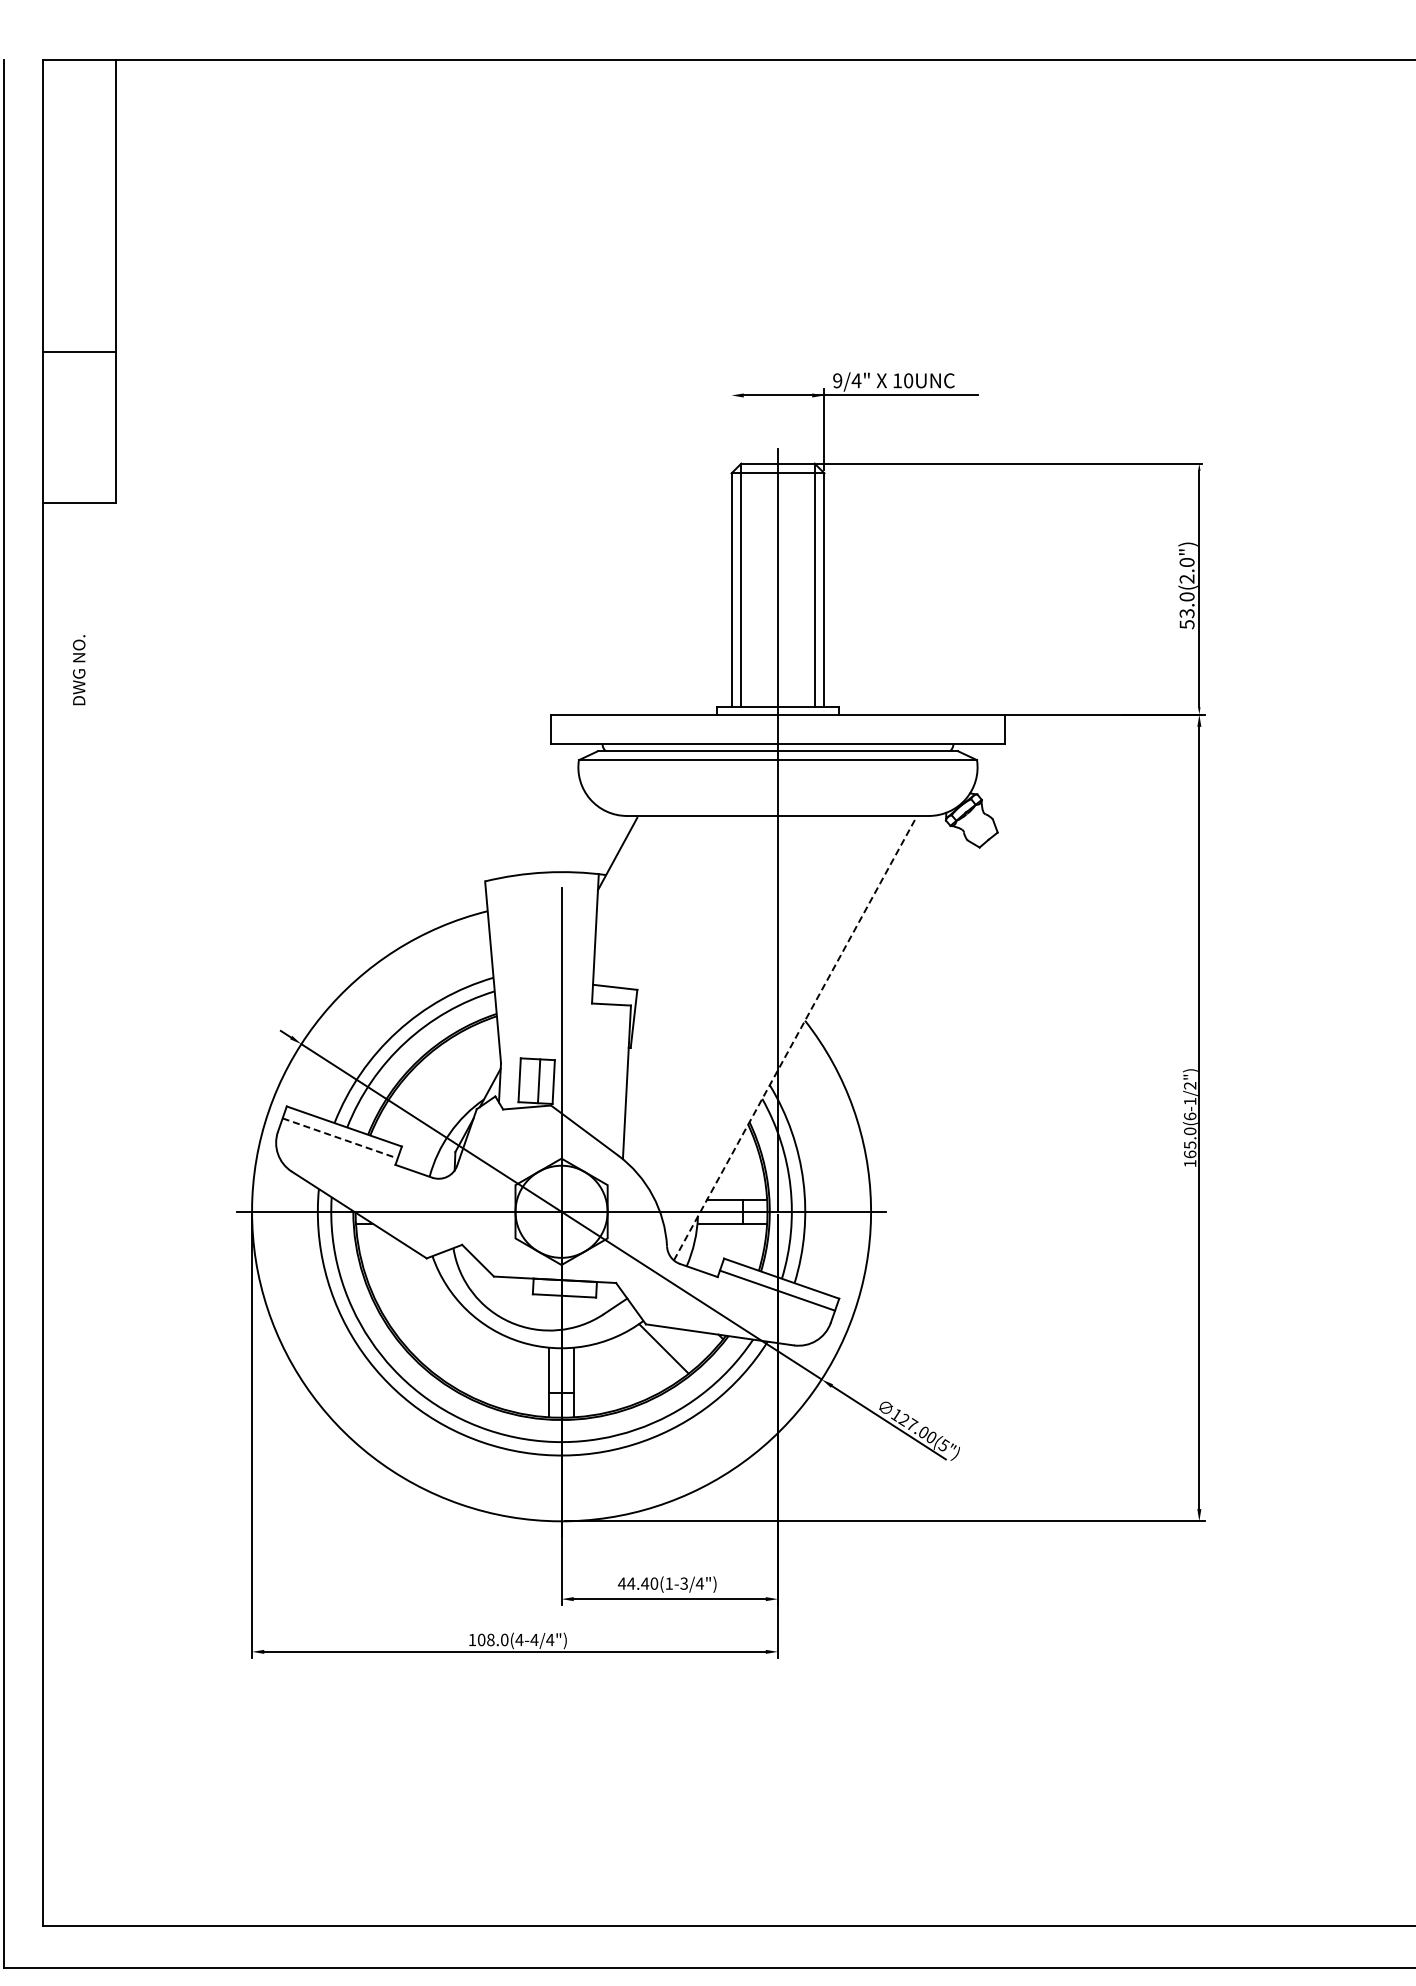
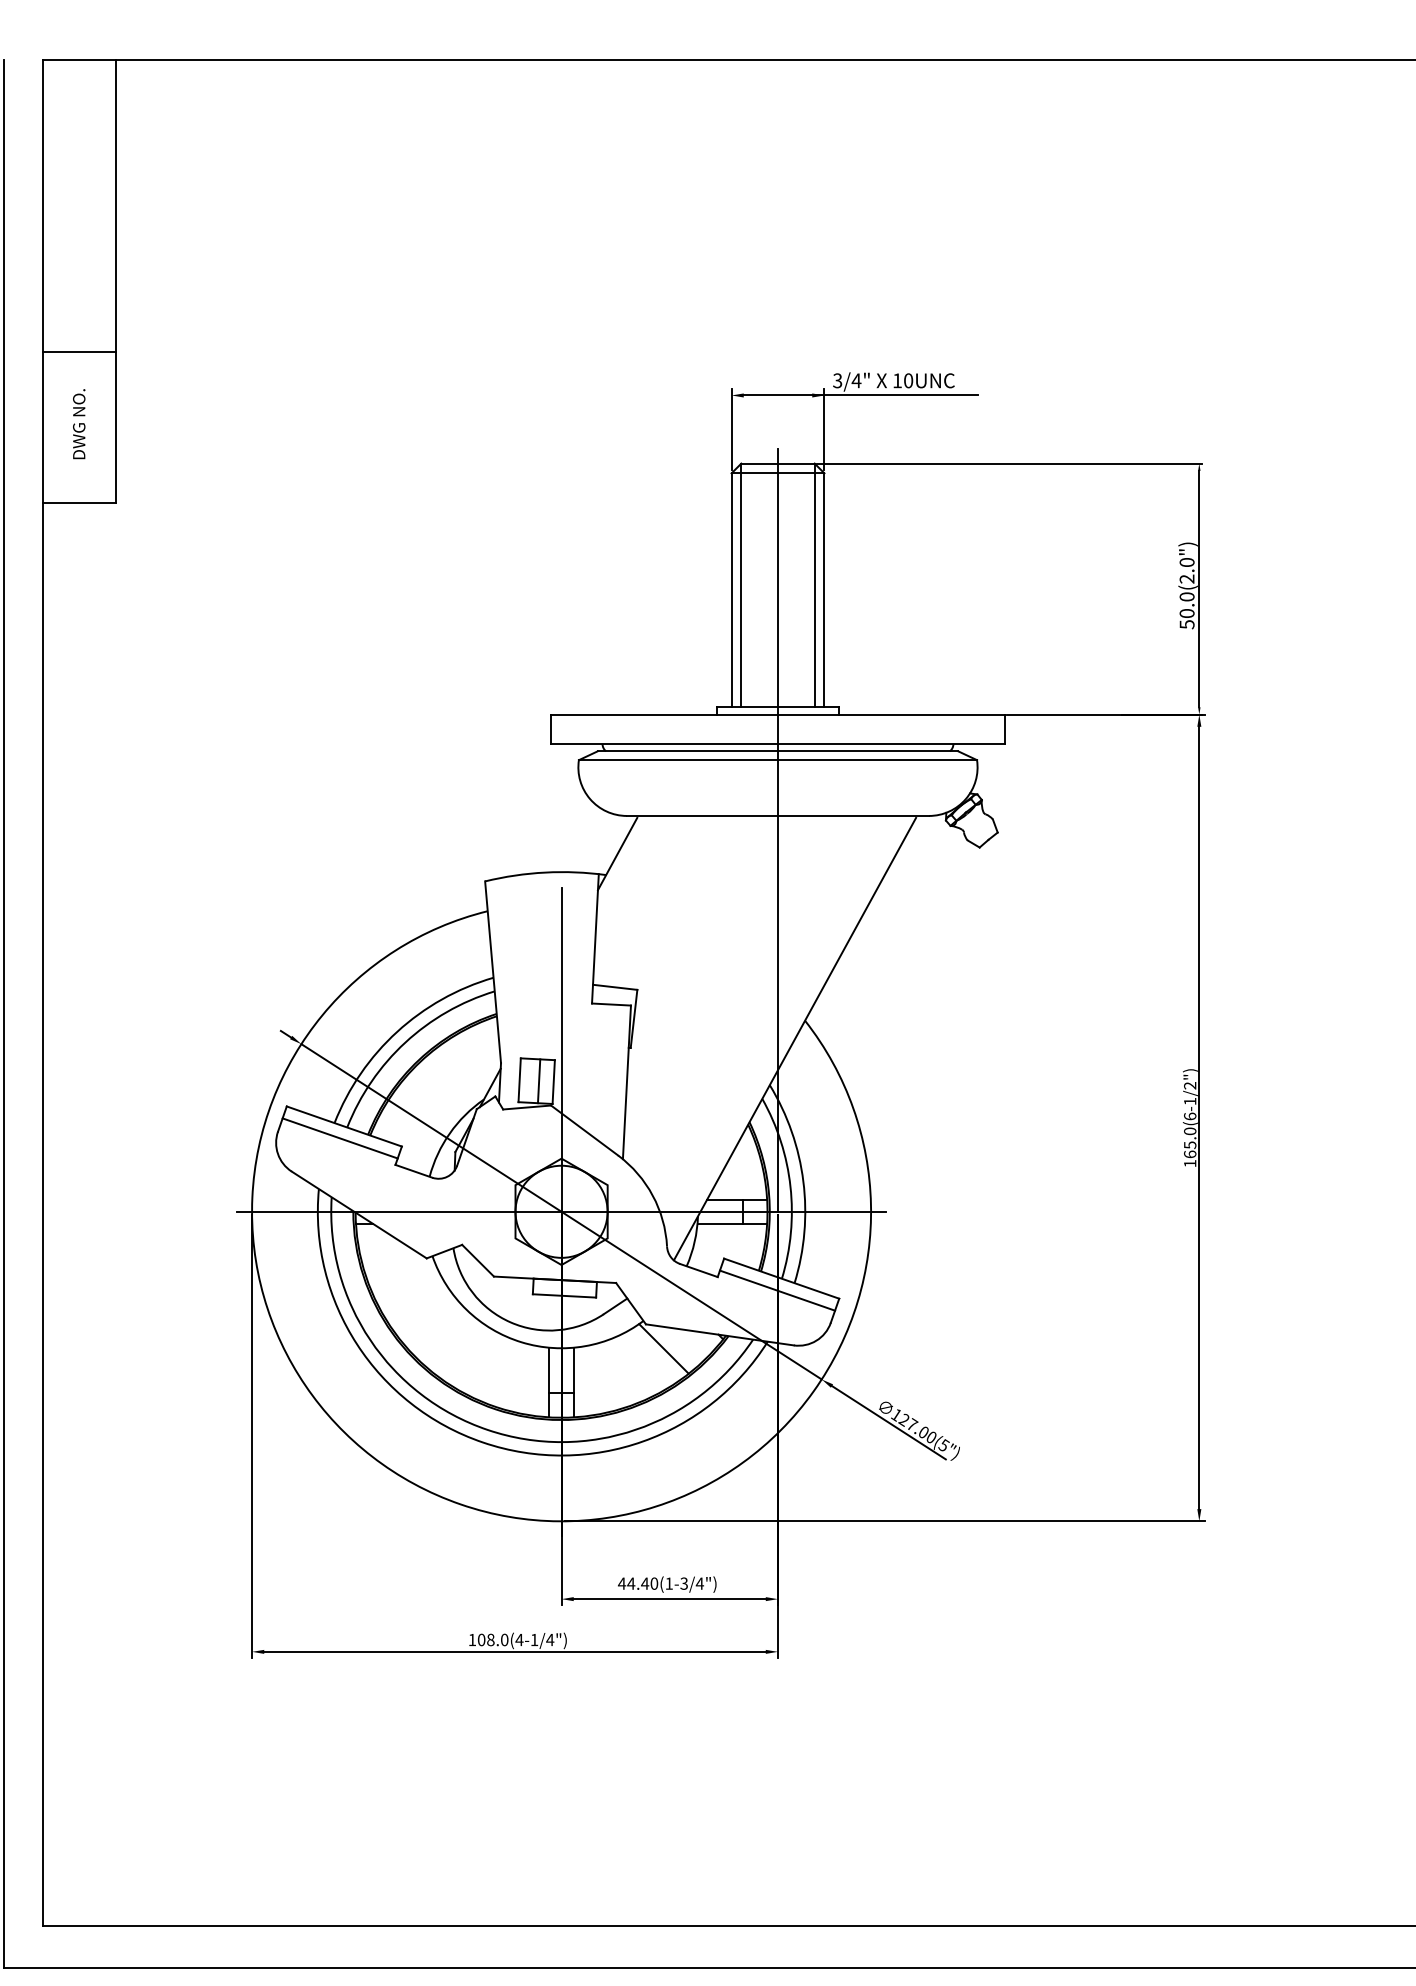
text at (837, 380): 9/4" -> 3/4"
line at (731, 429): none -> present
text at (1186, 613): 53.0(2.0") -> 50.0(2.0")
text at (79, 670) position: (79, 670) -> (79, 424)
line at (795, 1038): dashed -> solid
line at (340, 1138): dashed -> solid
text at (534, 1640): 108.0(4-4/4") -> 108.0(4-1/4")
